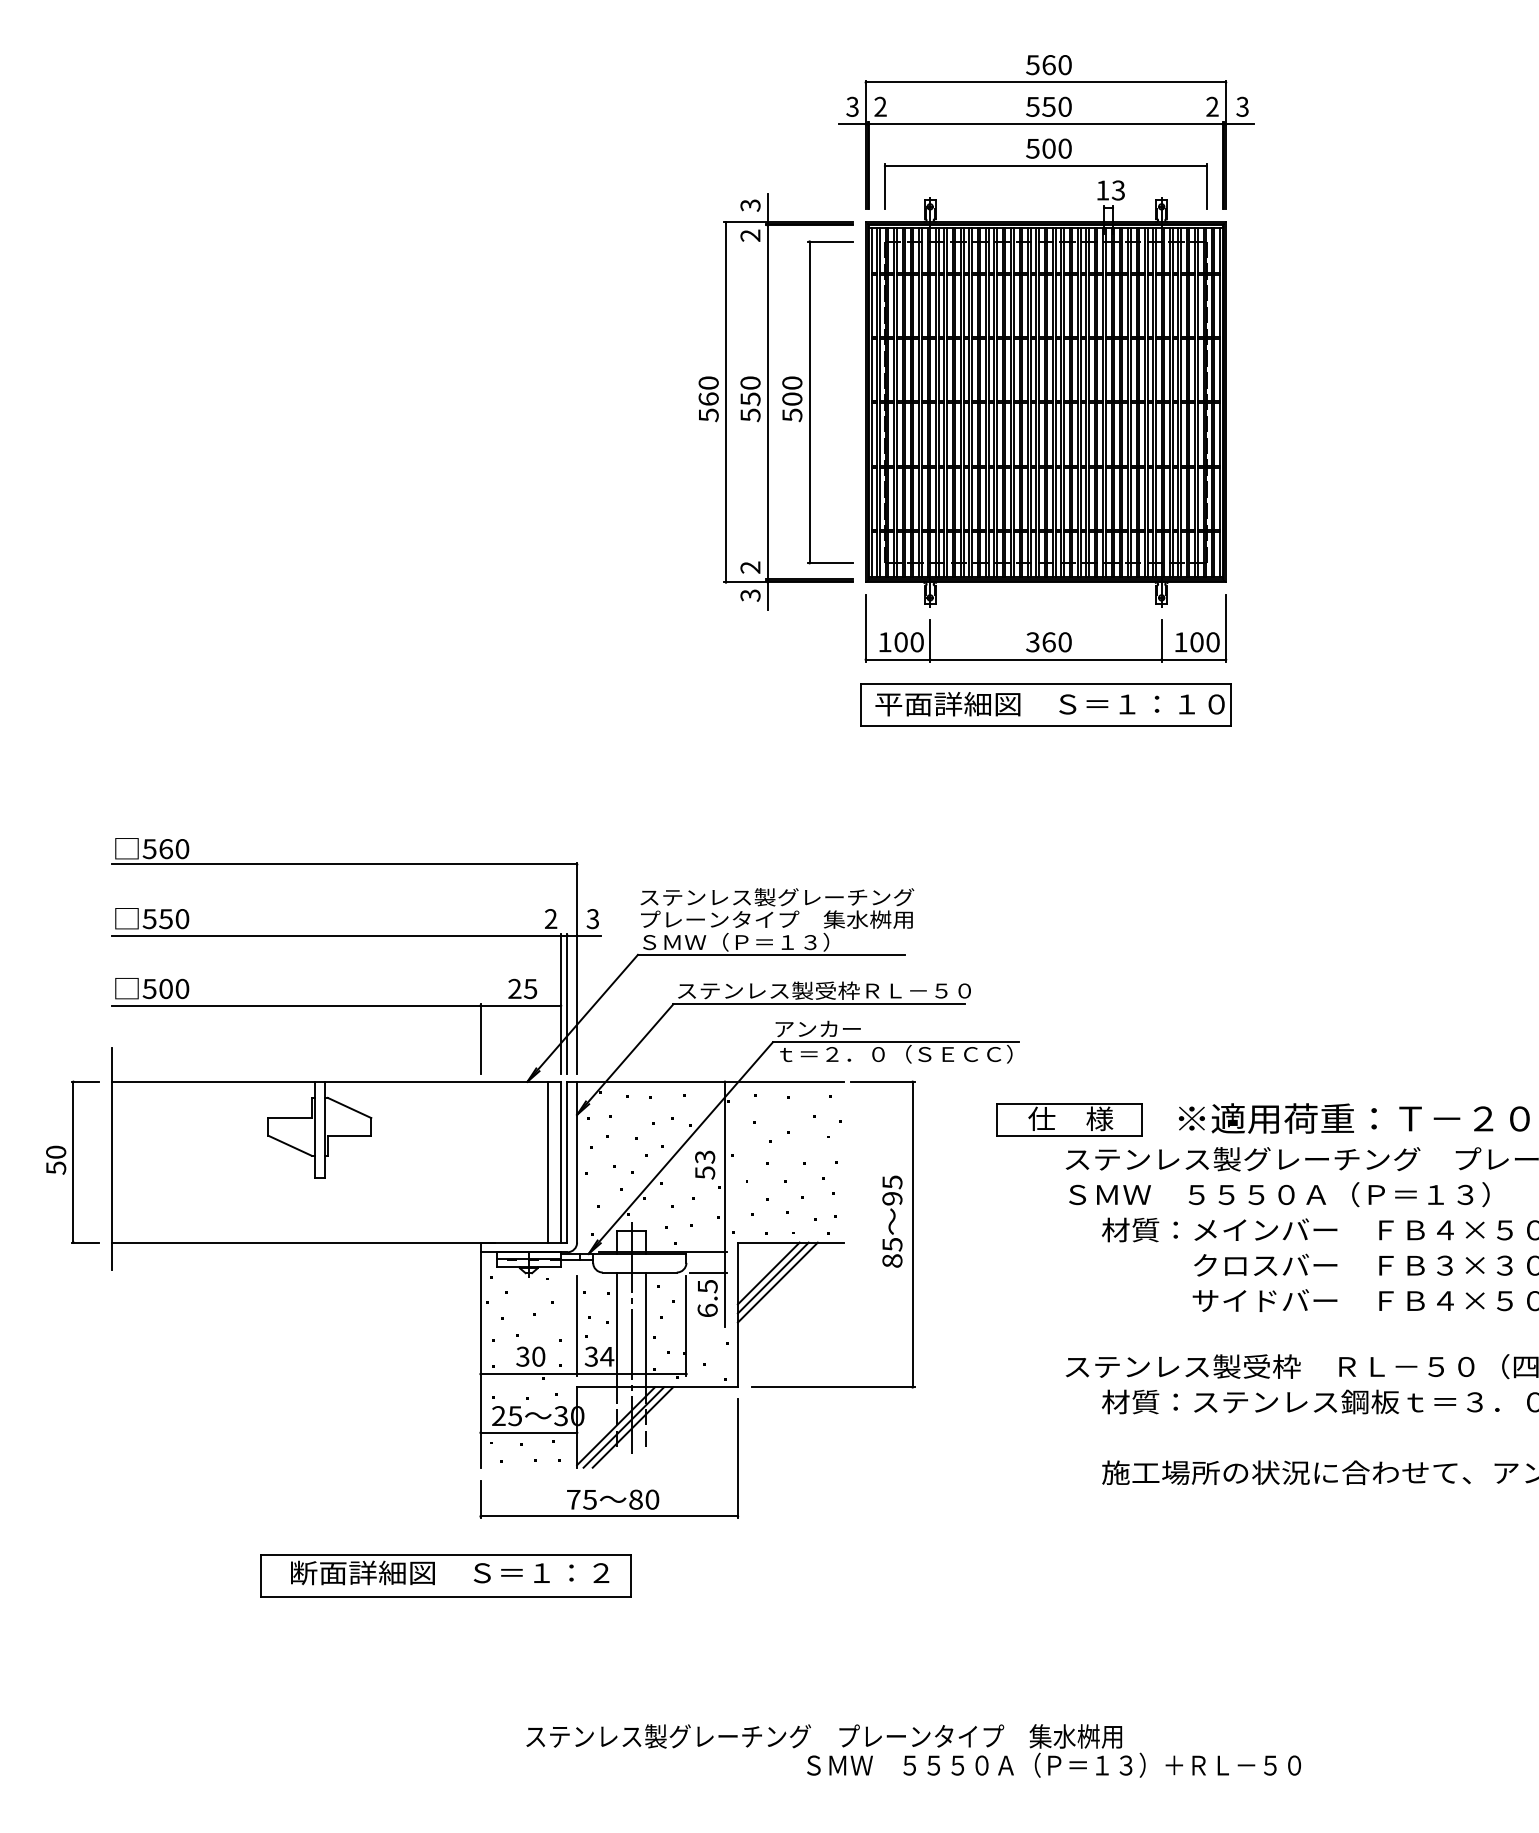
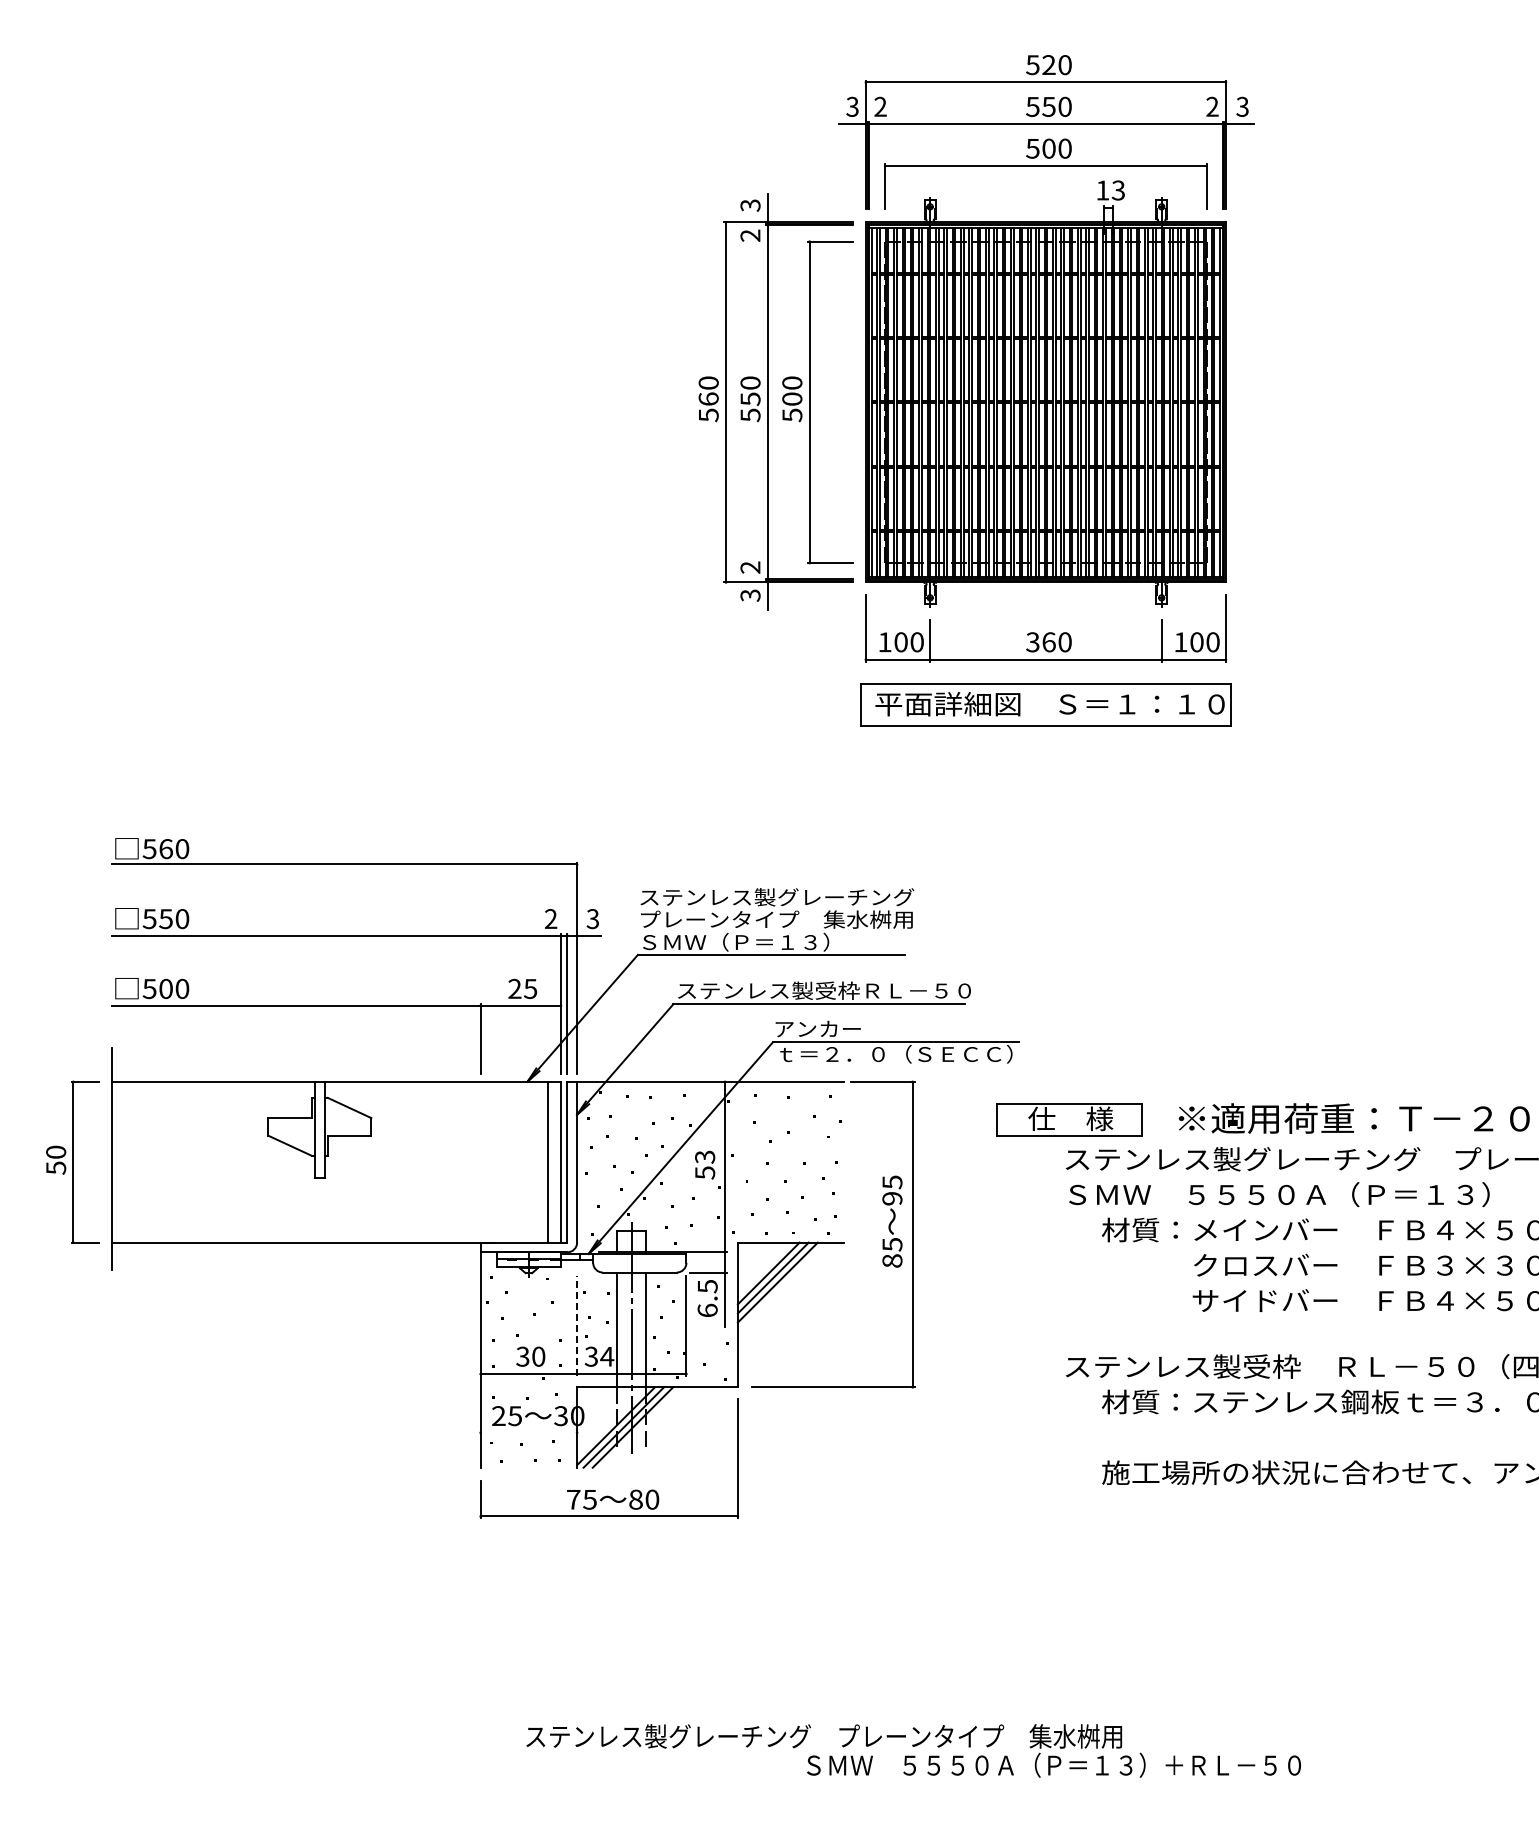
text at (1048, 65): 560 -> 520
line at (577, 1325): solid -> dashed
line at (528, 1432): present -> none
part at (445, 1575): present -> none
